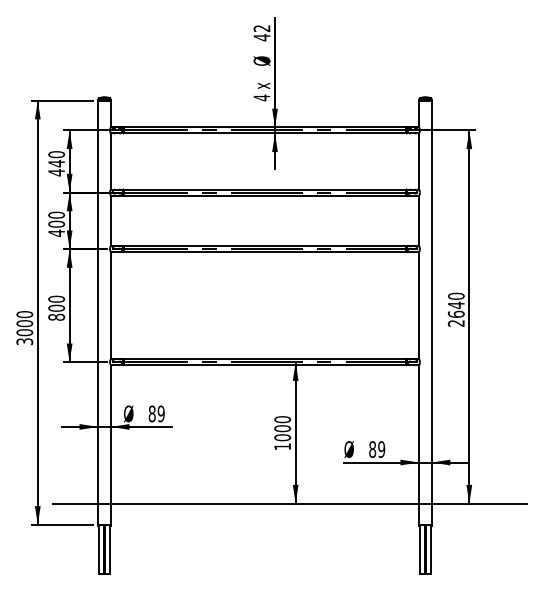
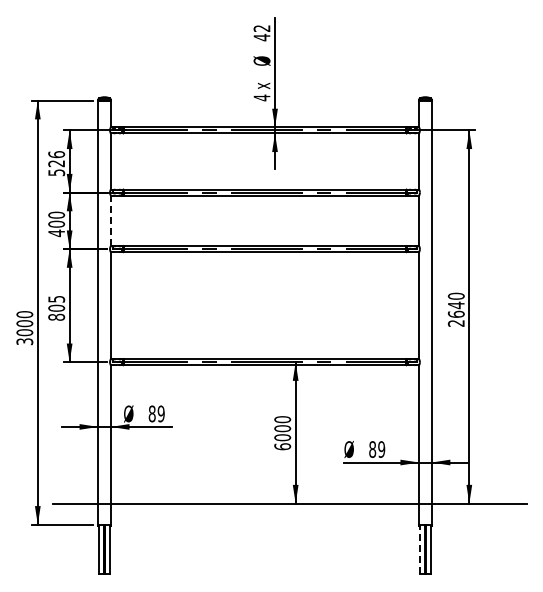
text at (56, 163): 440 -> 526
line at (110, 220): solid -> dashed
text at (56, 298): 800 -> 805
text at (282, 446): 1000 -> 6000
line at (419, 549): solid -> dashed
